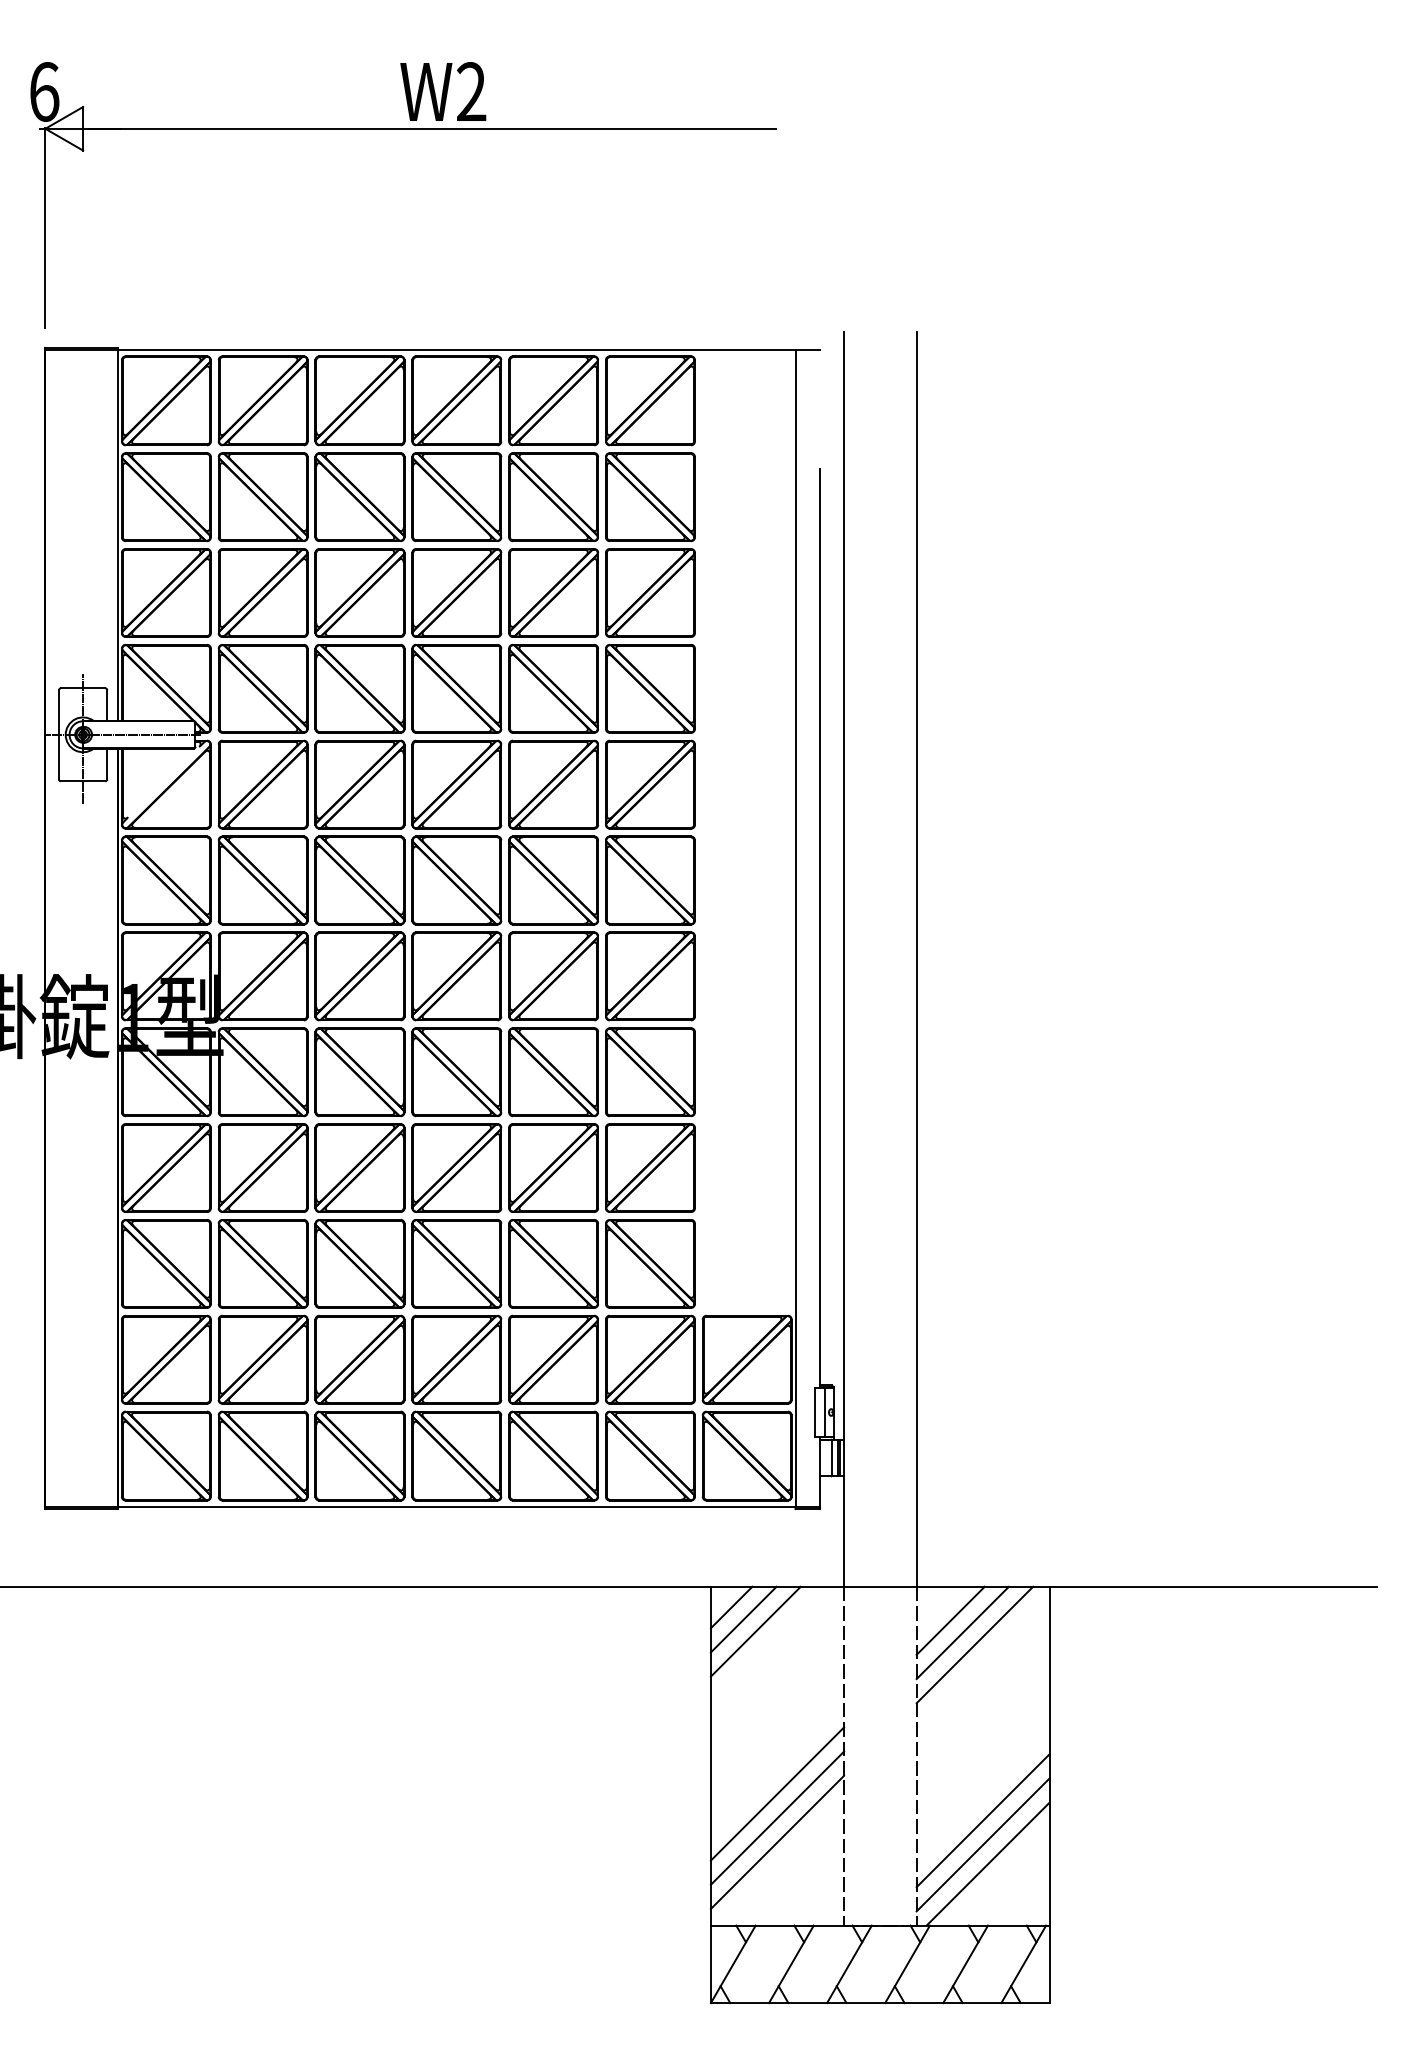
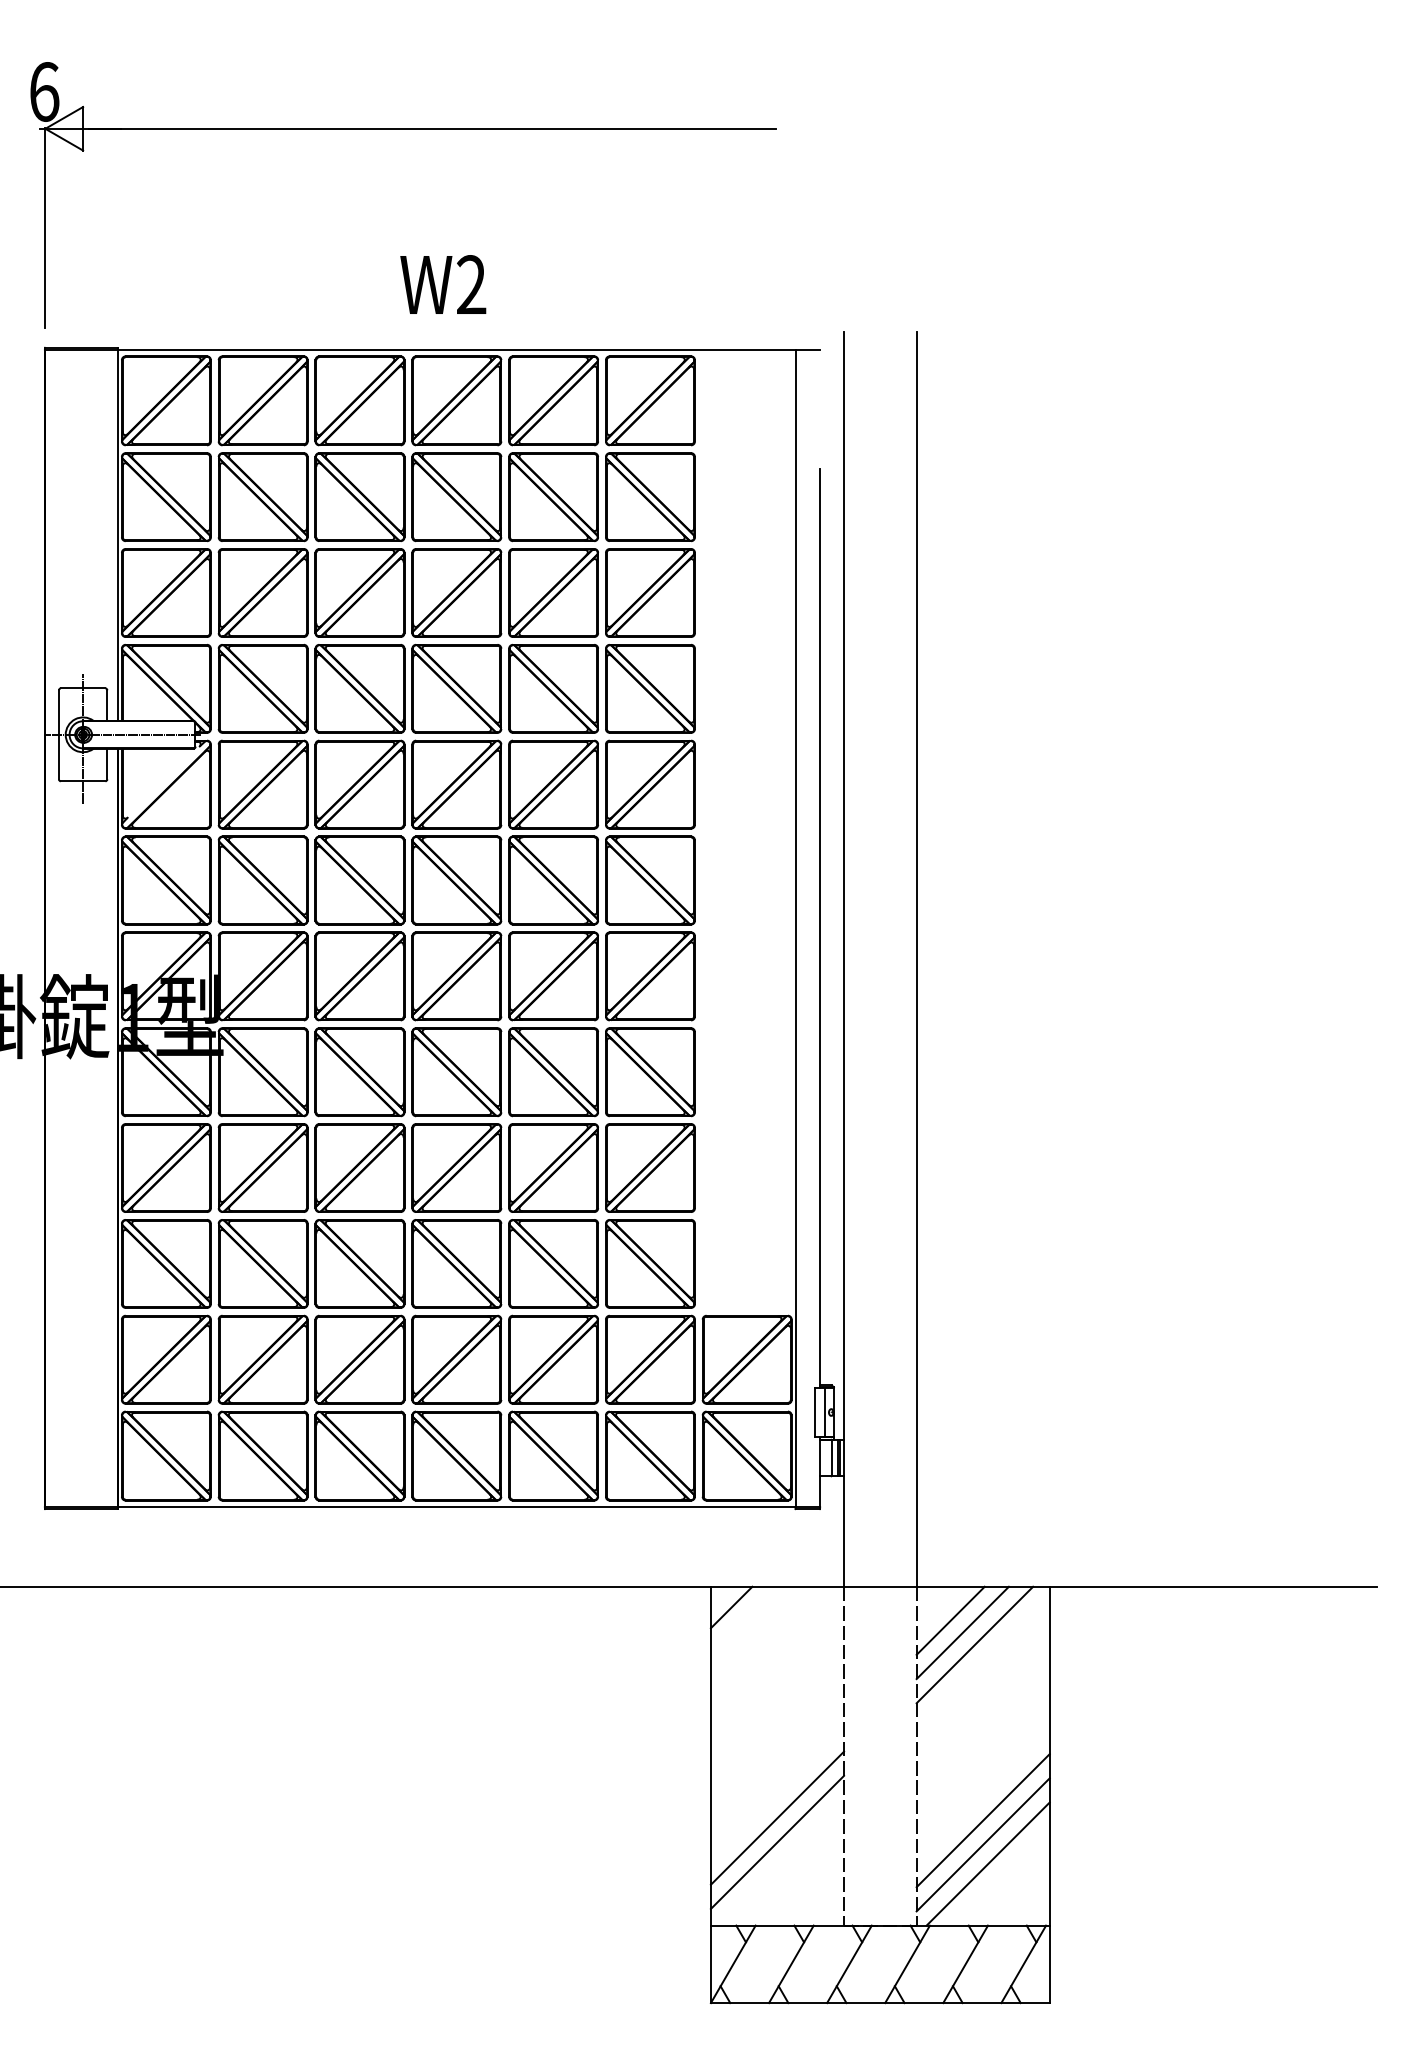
text at (443, 91) position: (443, 91) -> (443, 284)
line at (743, 1619): present -> none
line at (755, 1631): present -> none
line at (777, 1793): present -> none
